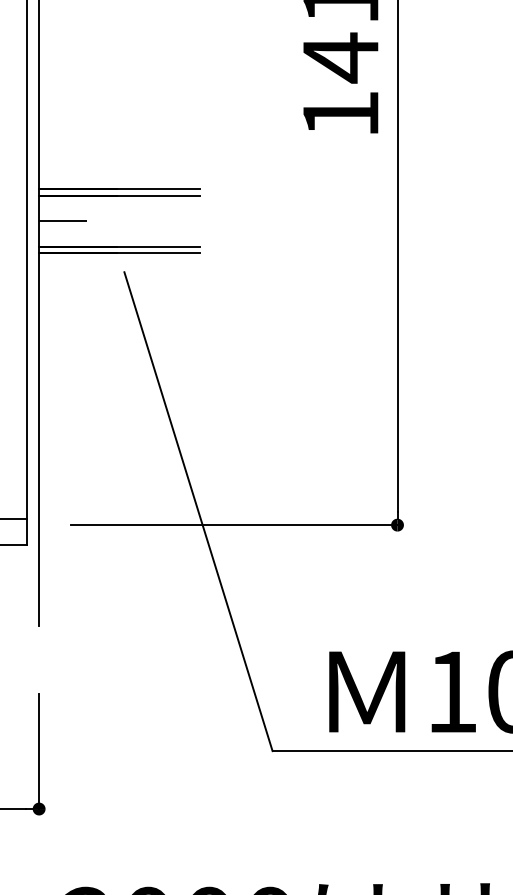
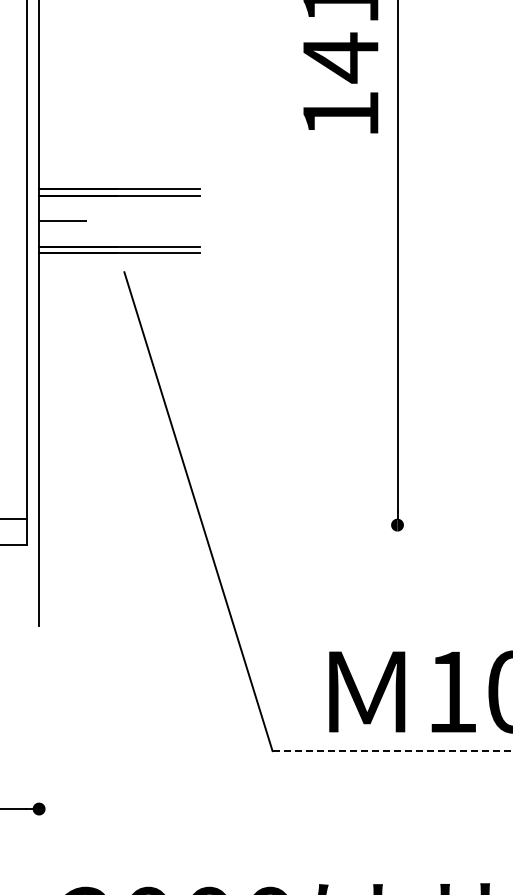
line at (234, 525): present -> none
line at (39, 751): present -> none
line at (392, 751): solid -> dashed
